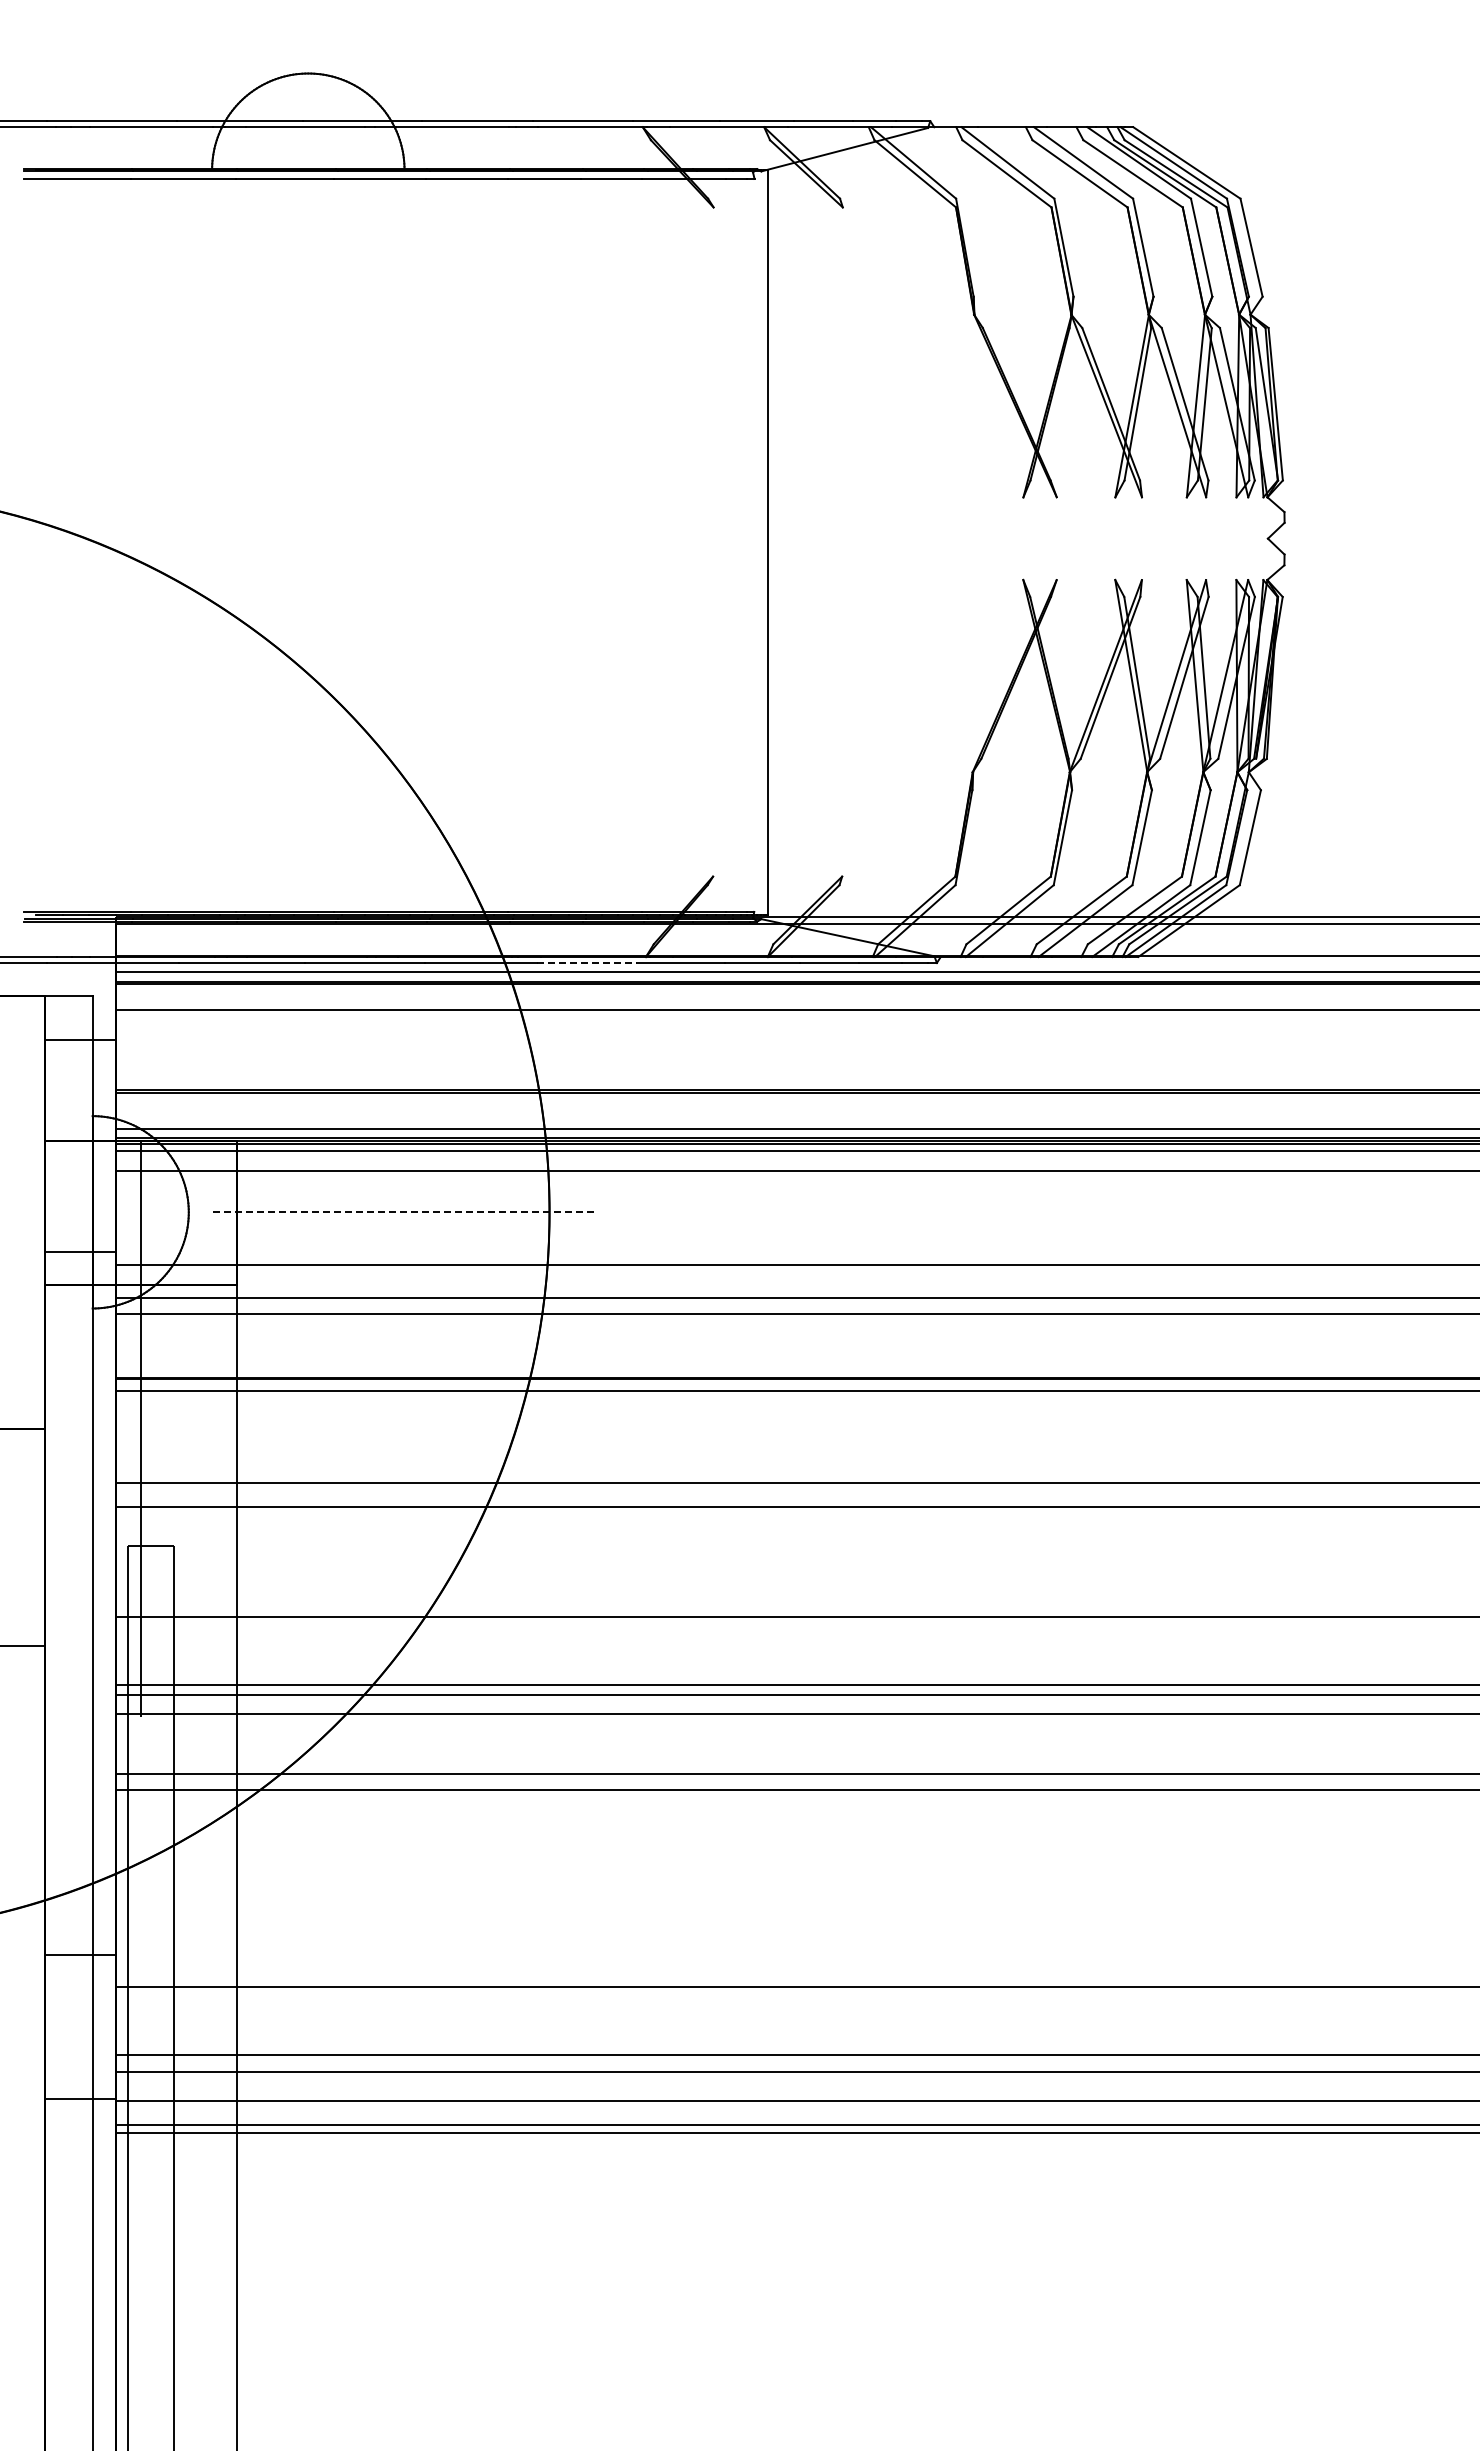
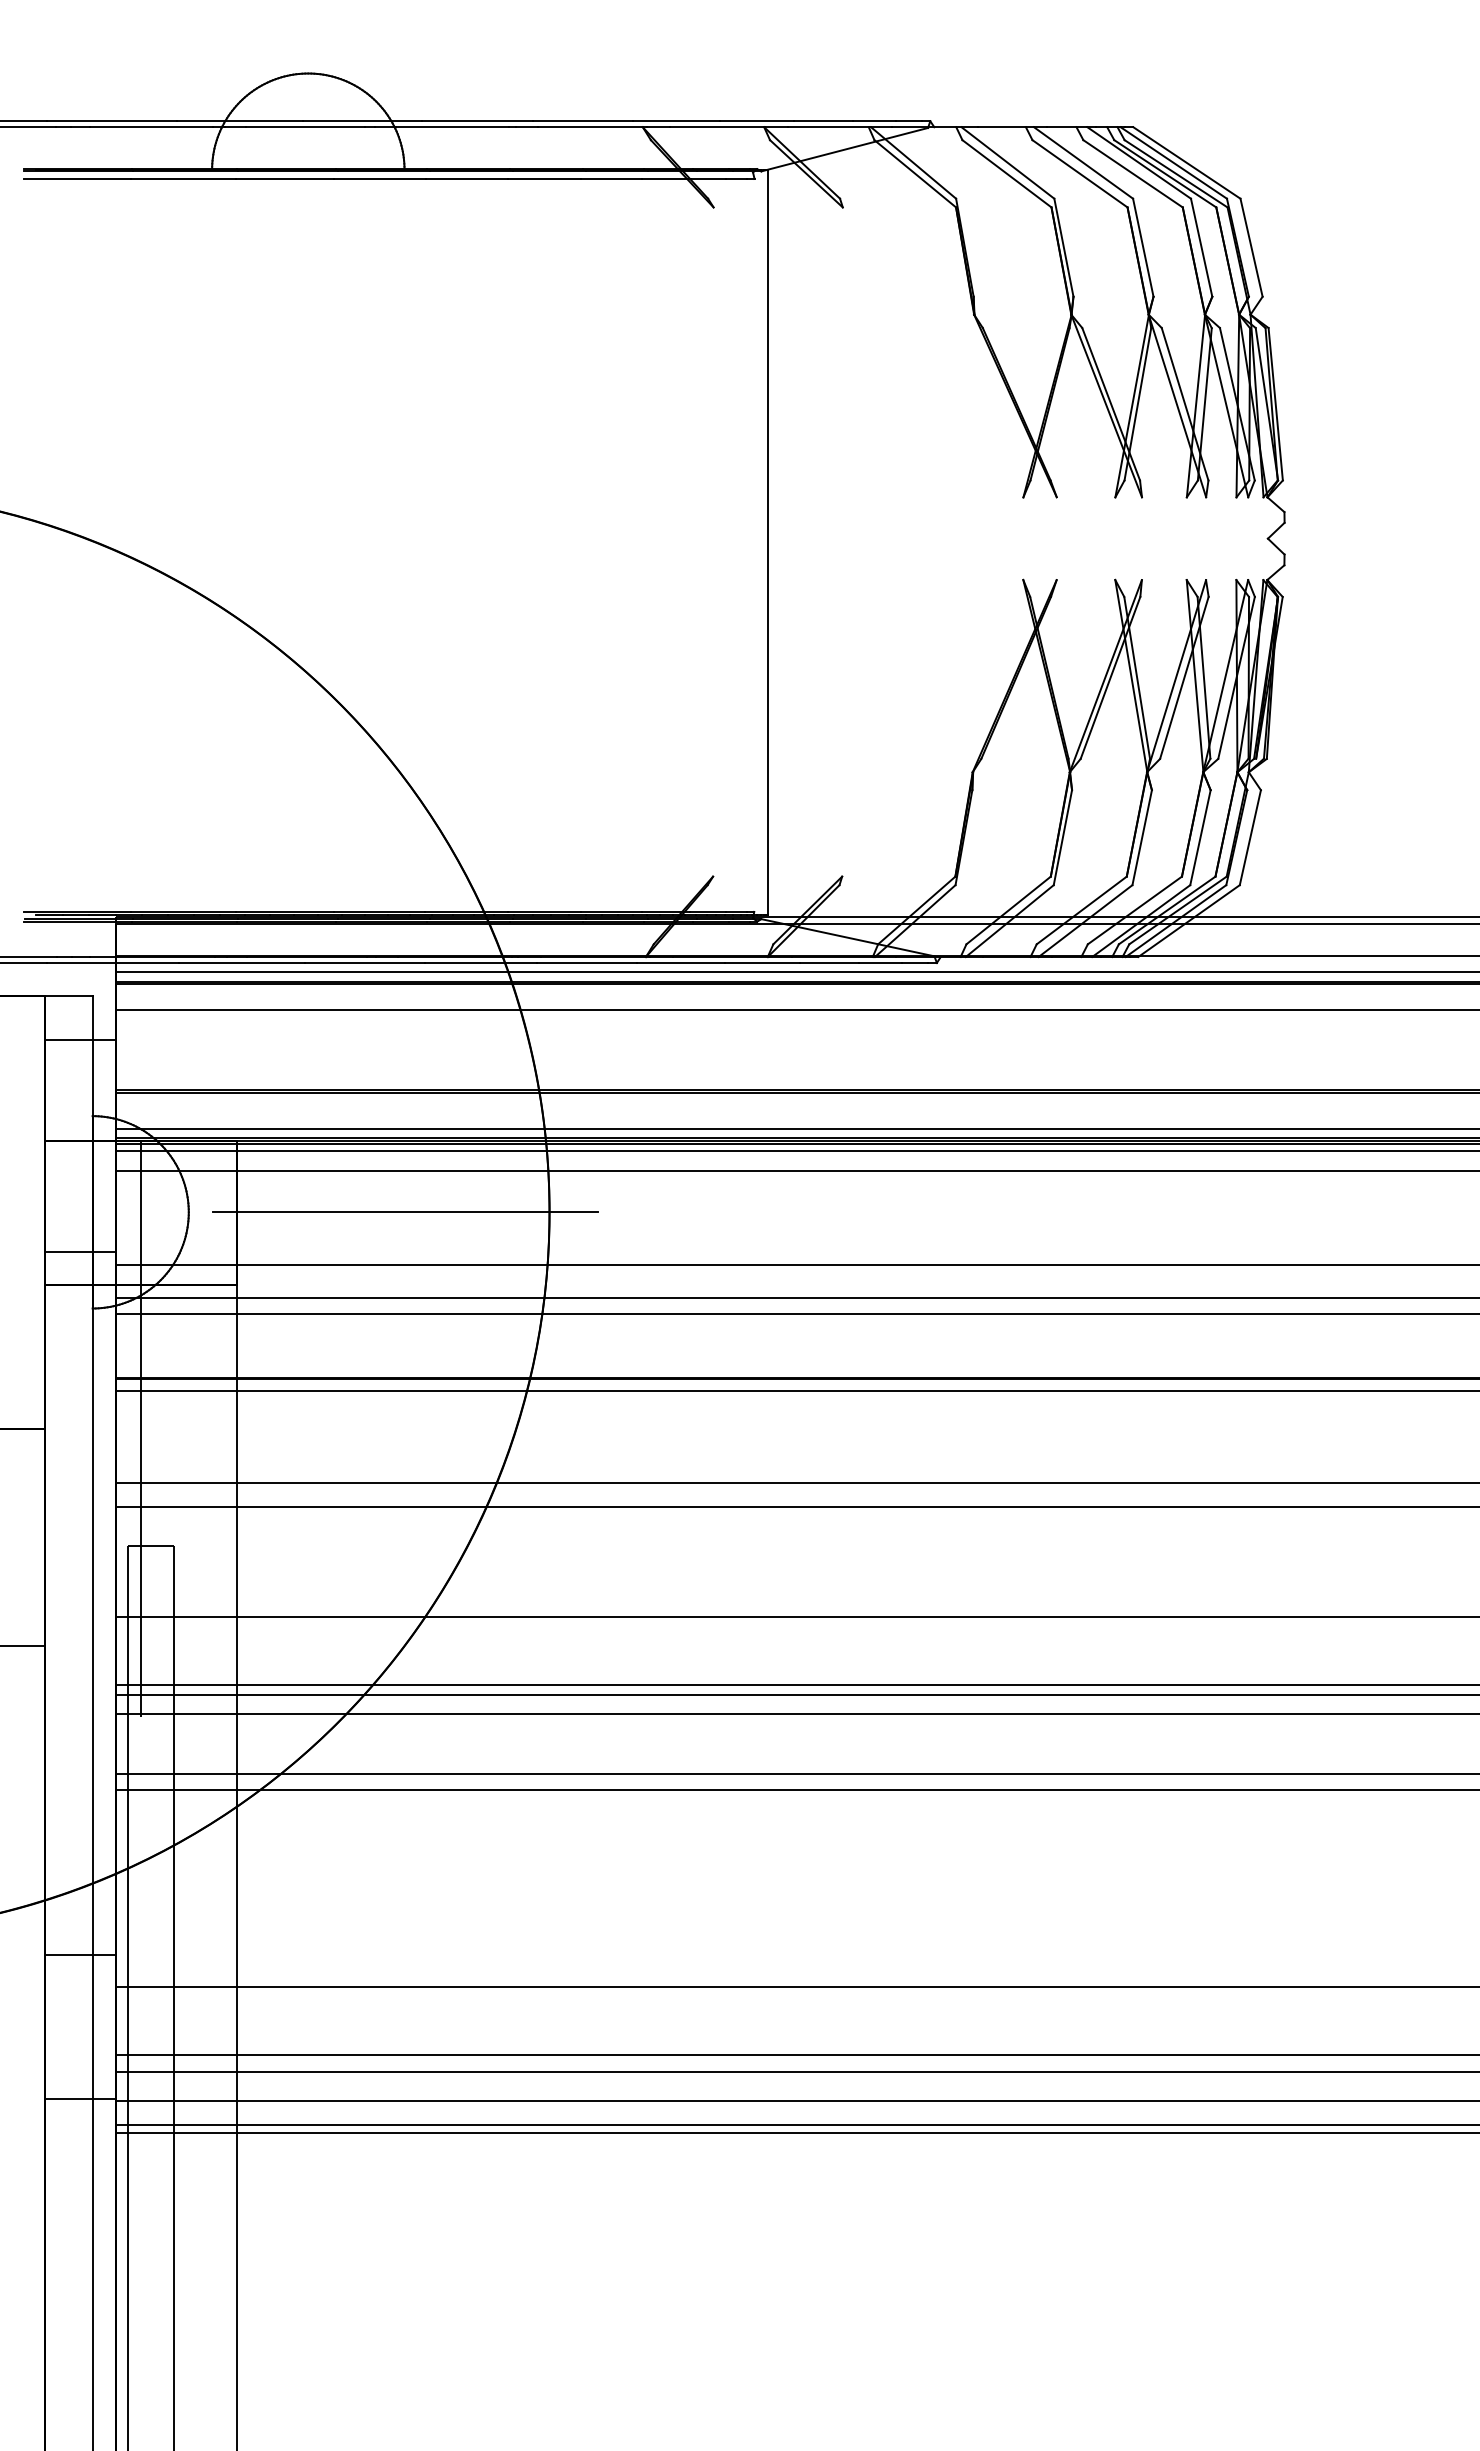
line at (587, 962): dashed -> solid
line at (405, 1212): dashed -> solid
